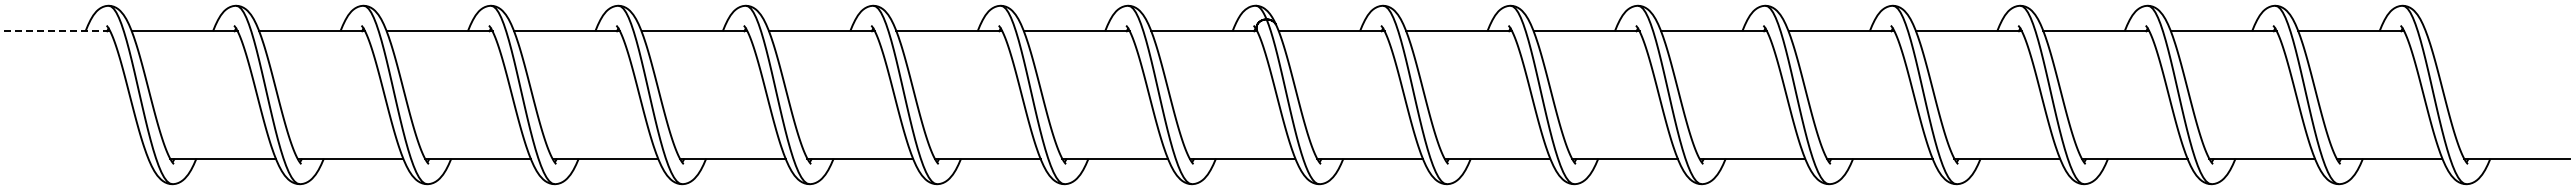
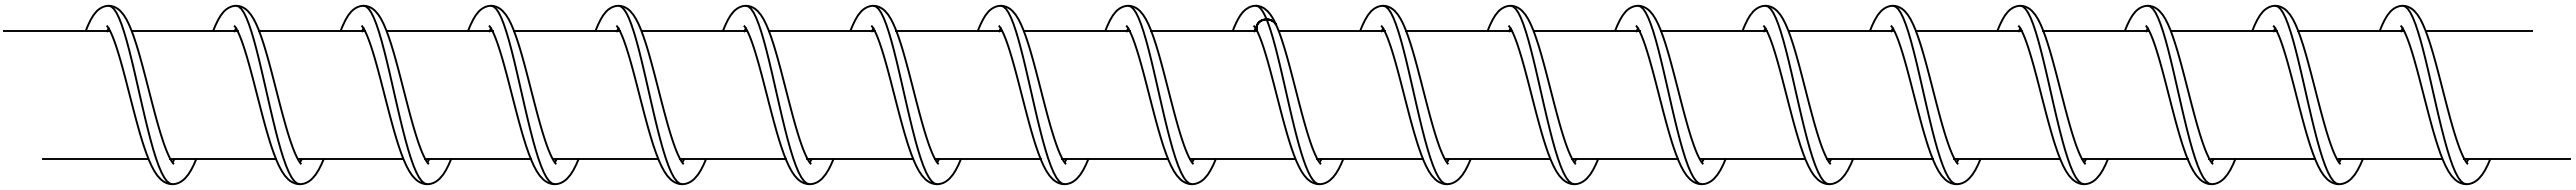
line at (57, 31): dashed -> solid
line at (2478, 31): none -> present
line at (95, 158): none -> present
